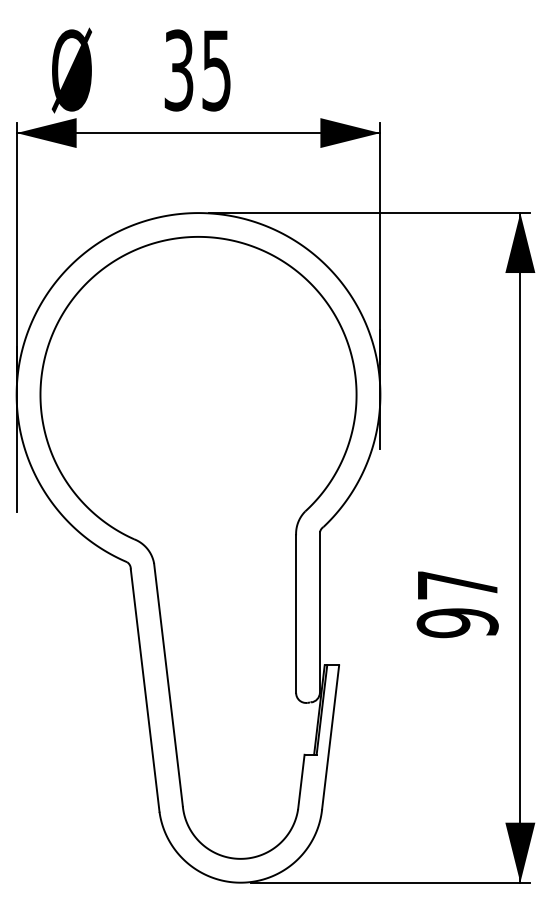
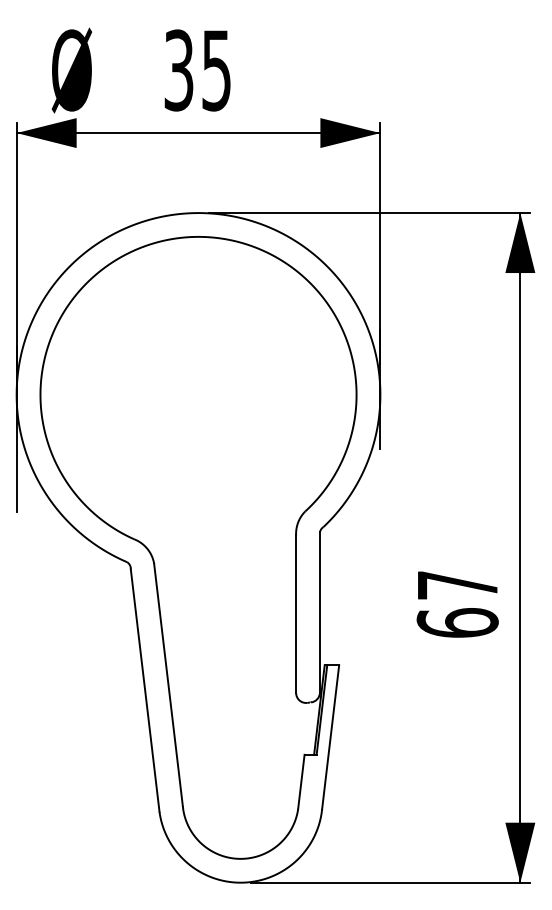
text at (457, 623): 97 -> 67
